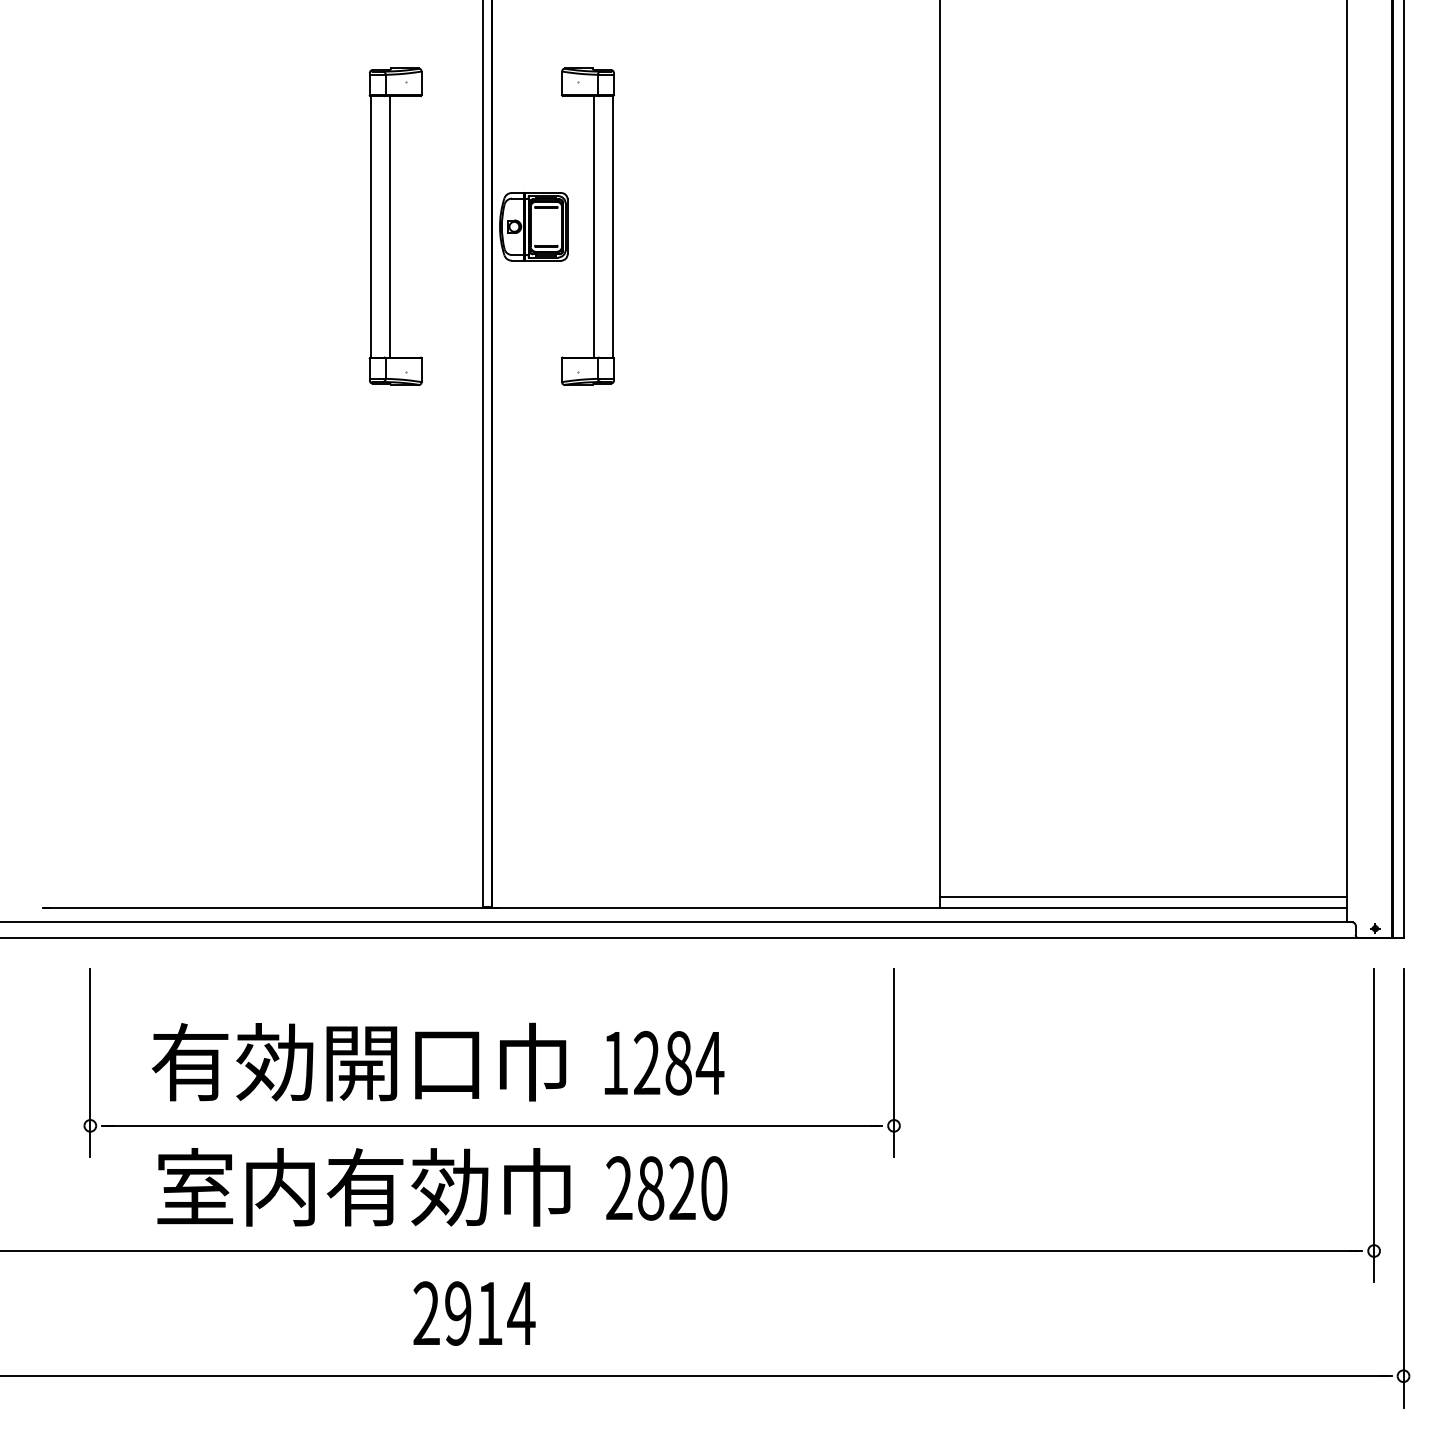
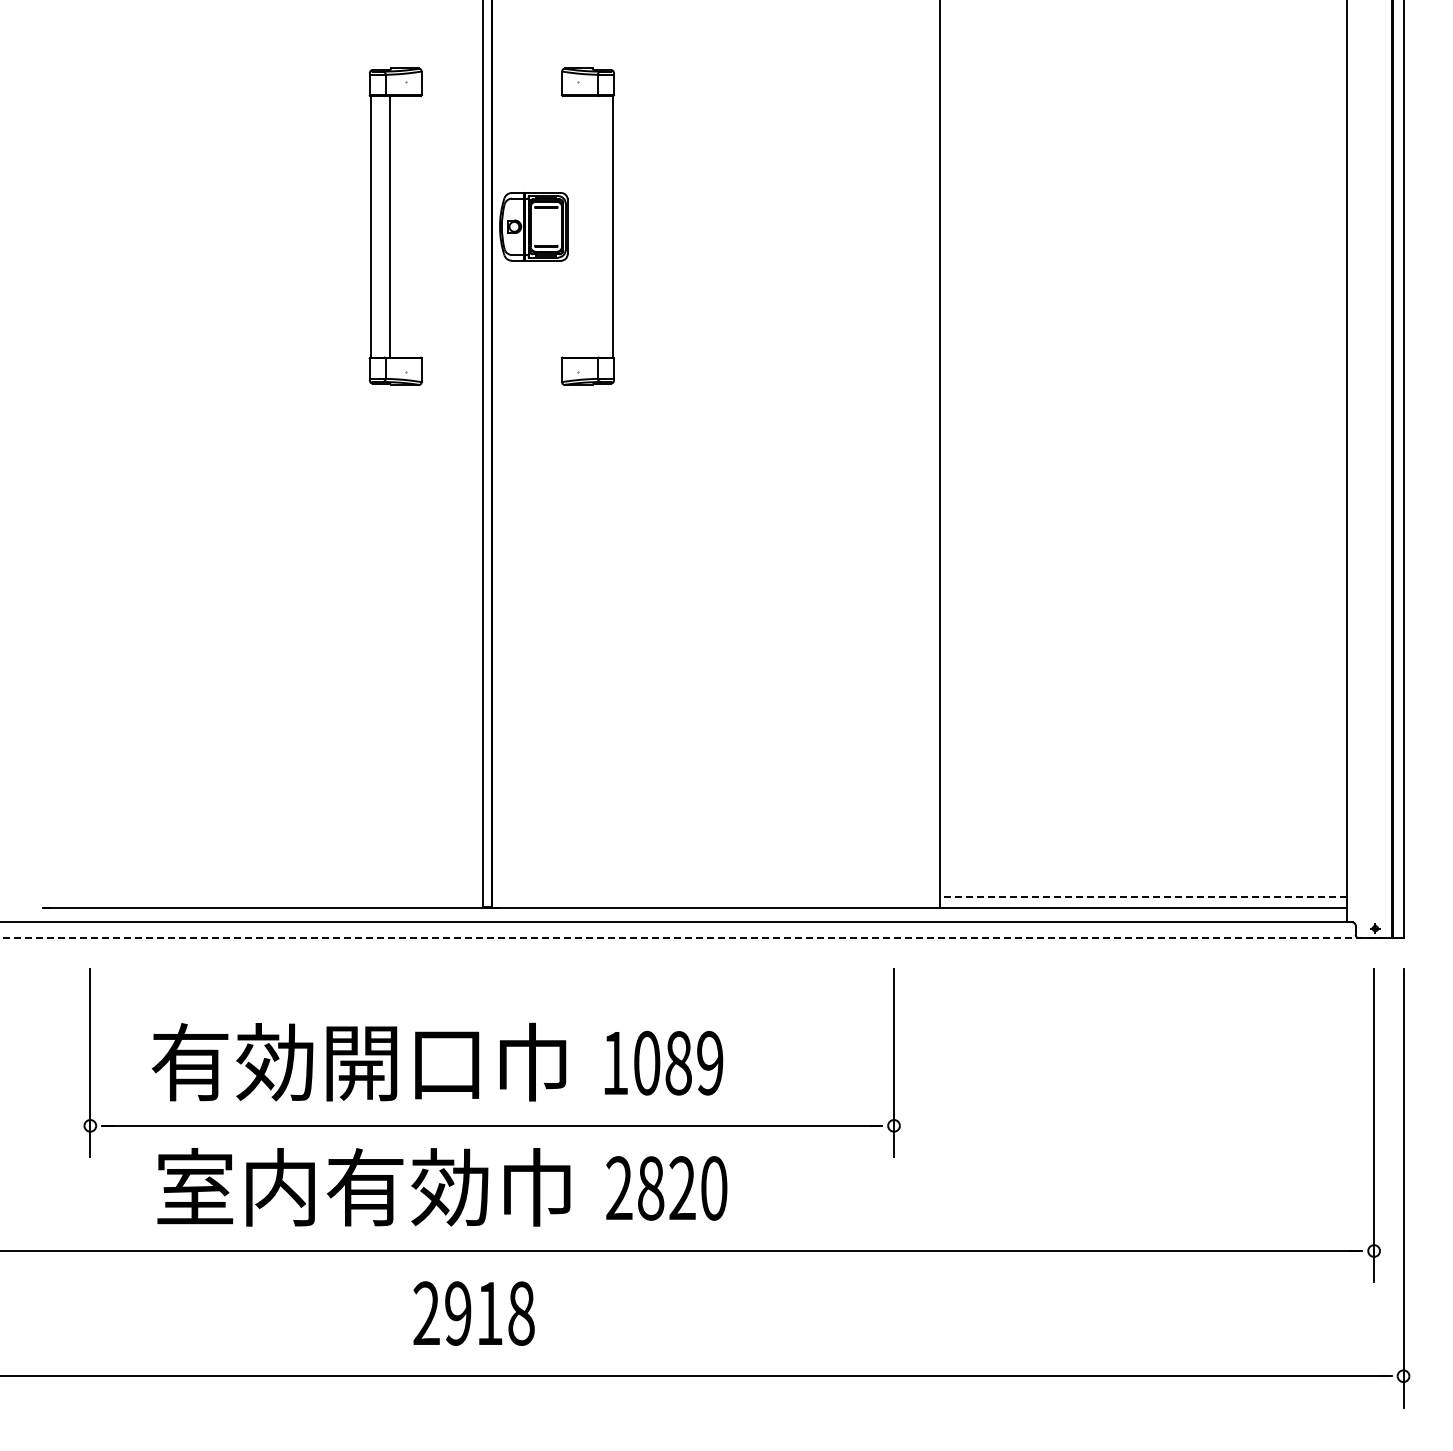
line at (594, 226): present -> none
line at (1143, 897): solid -> dashed
line at (698, 938): solid -> dashed
text at (679, 1062): 1284 -> 1089
text at (521, 1313): 2914 -> 2918
